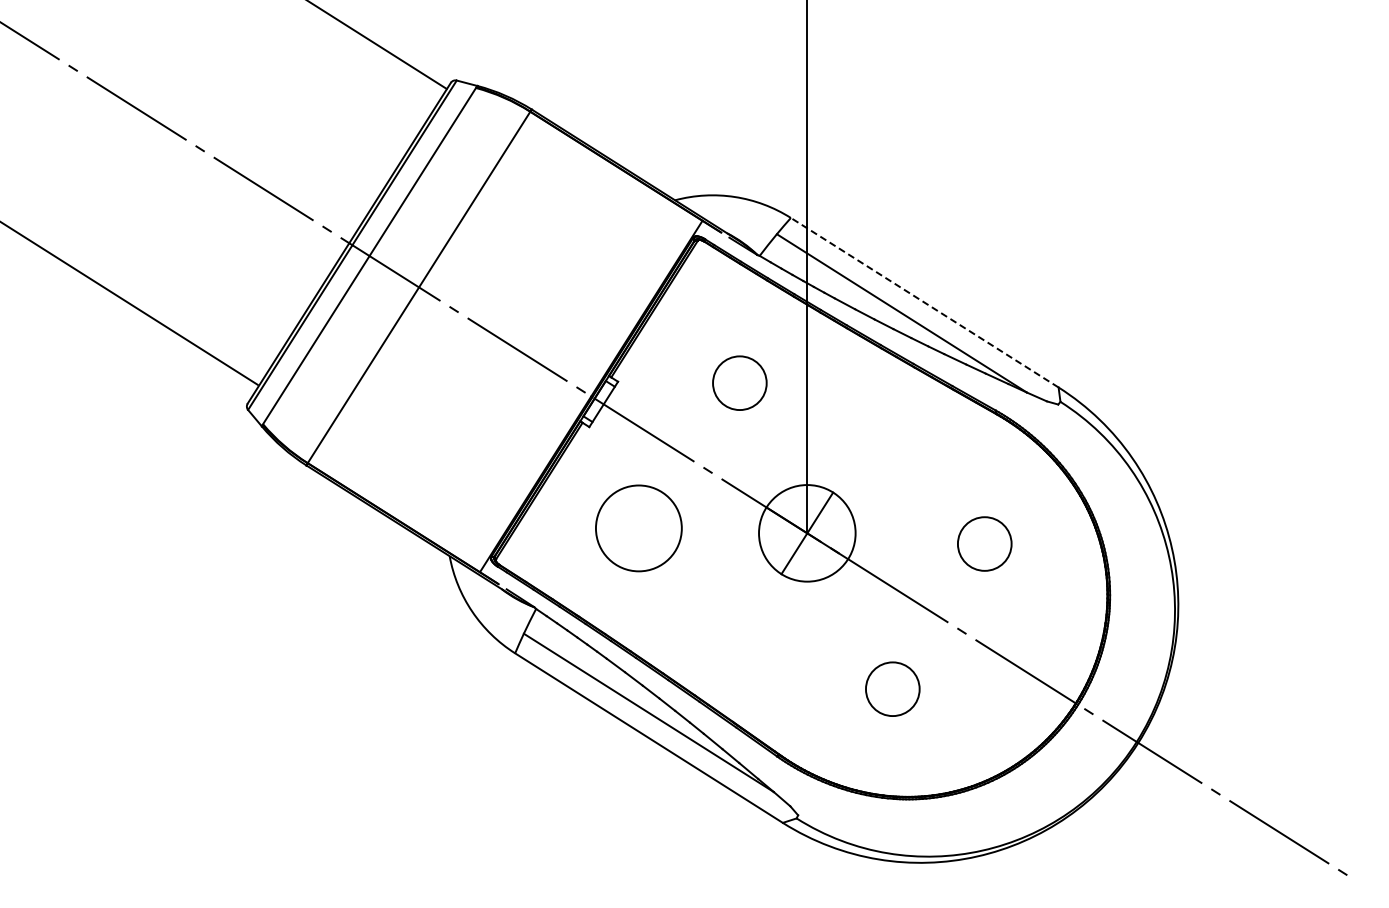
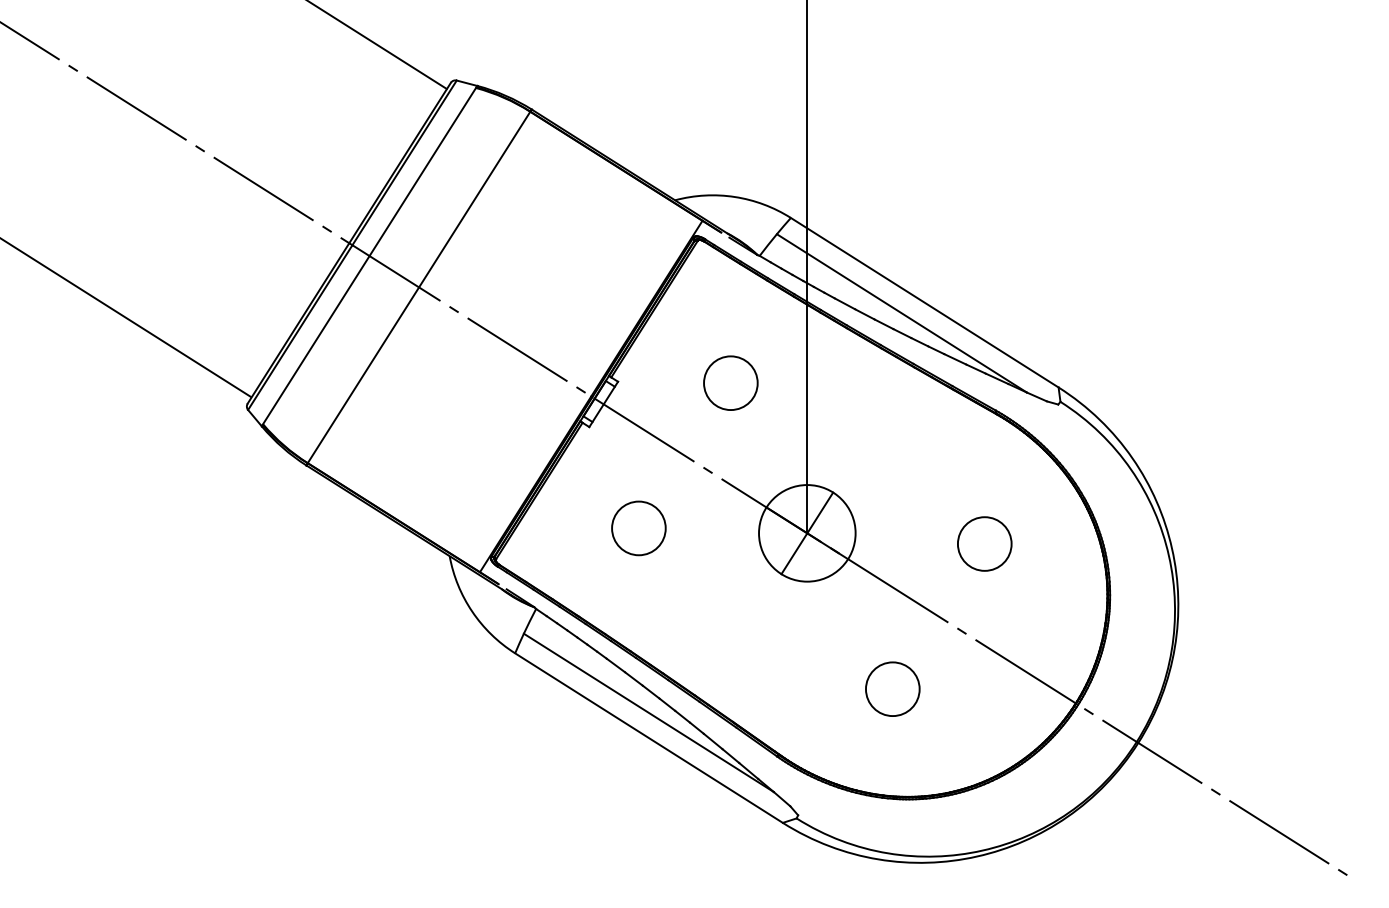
line at (924, 302): dashed -> solid
line at (129, 303) position: (129, 303) -> (126, 317)
circle at (739, 382) position: (739, 382) -> (730, 382)
circle at (638, 528) diameter: 86 px -> 54 px
